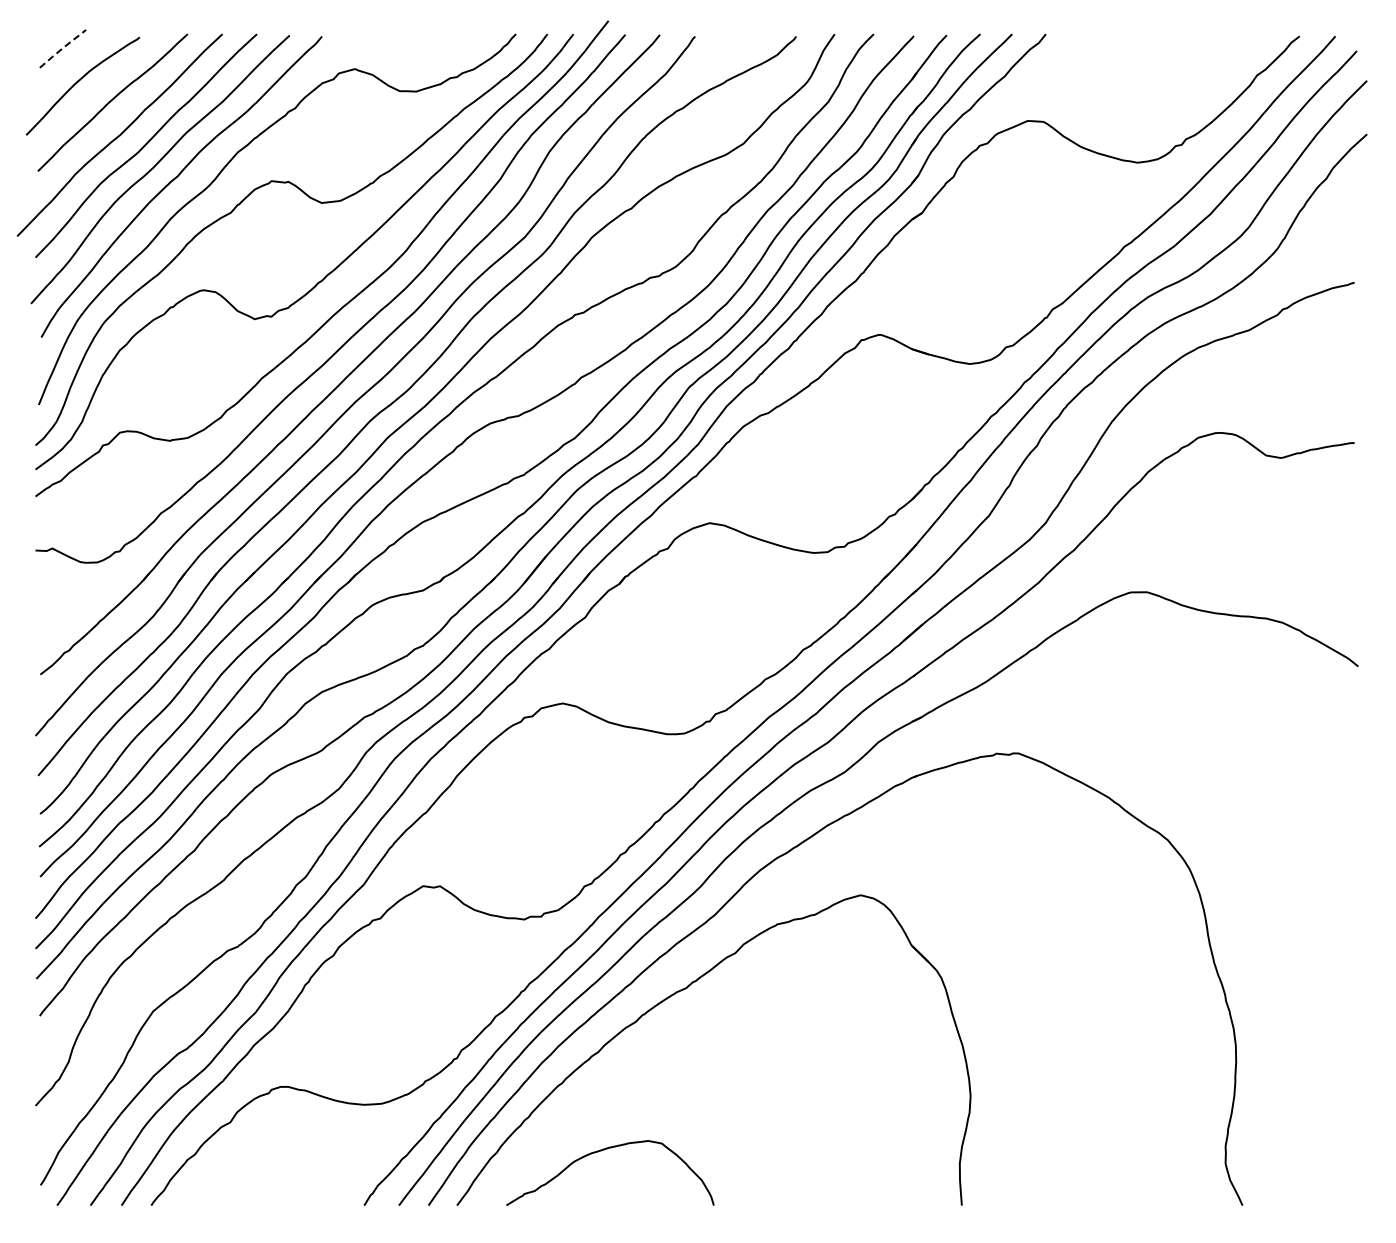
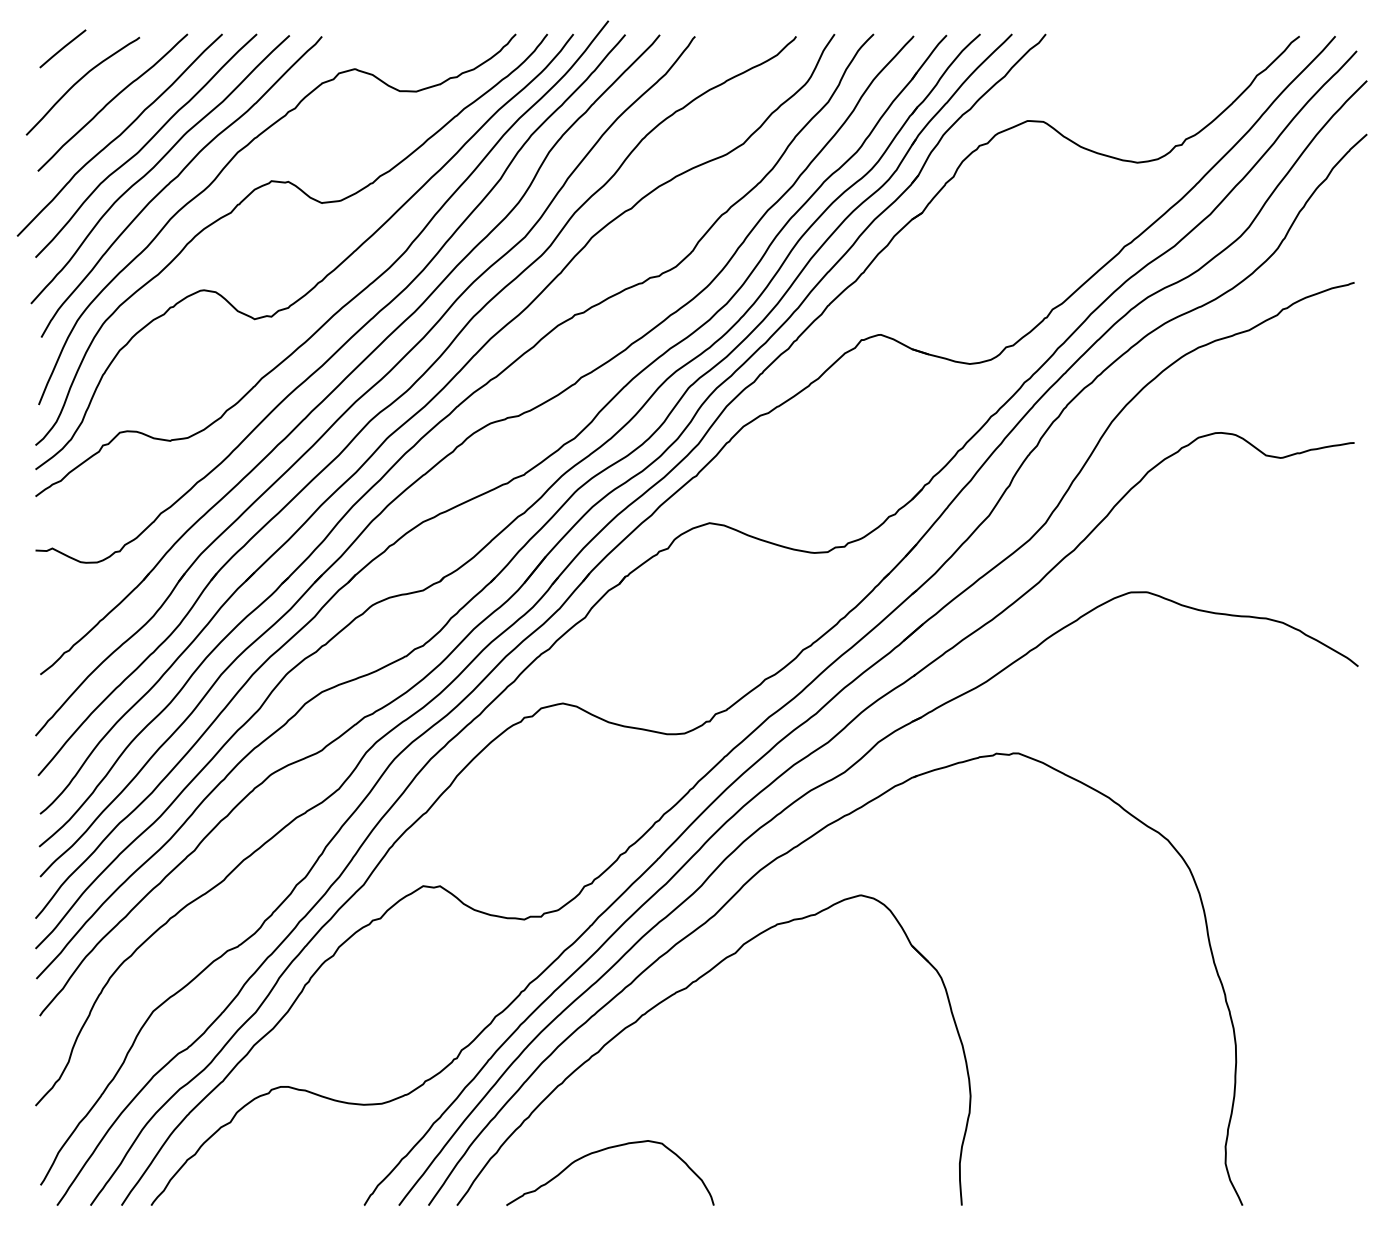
line at (62, 48): dashed -> solid
